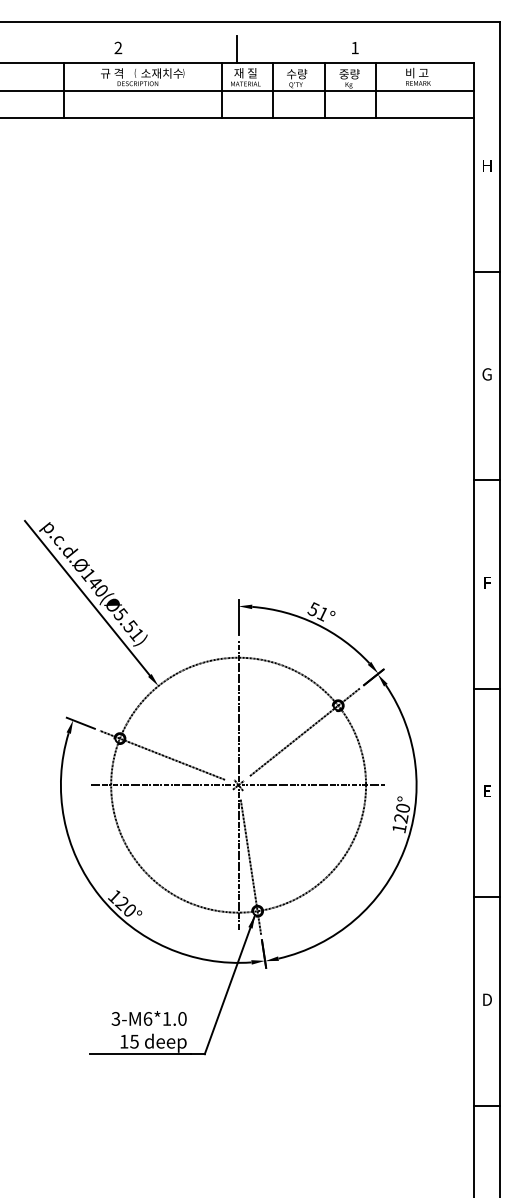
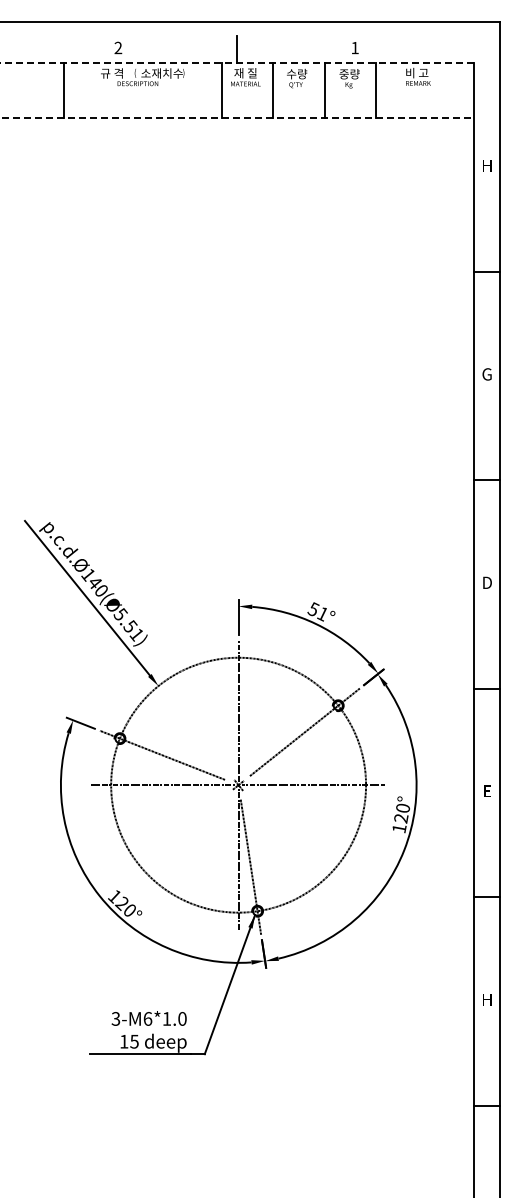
line at (236, 63): solid -> dashed
line at (237, 90): present -> none
line at (237, 117): solid -> dashed
text at (487, 582): F -> D
text at (487, 999): D -> H
